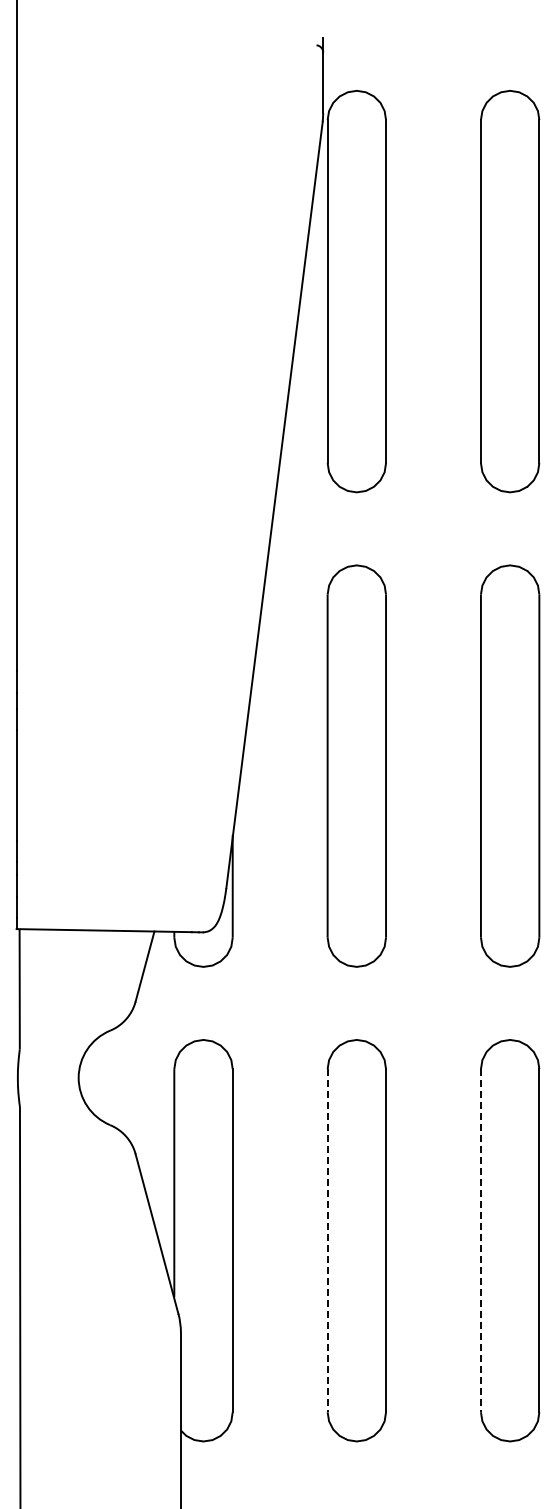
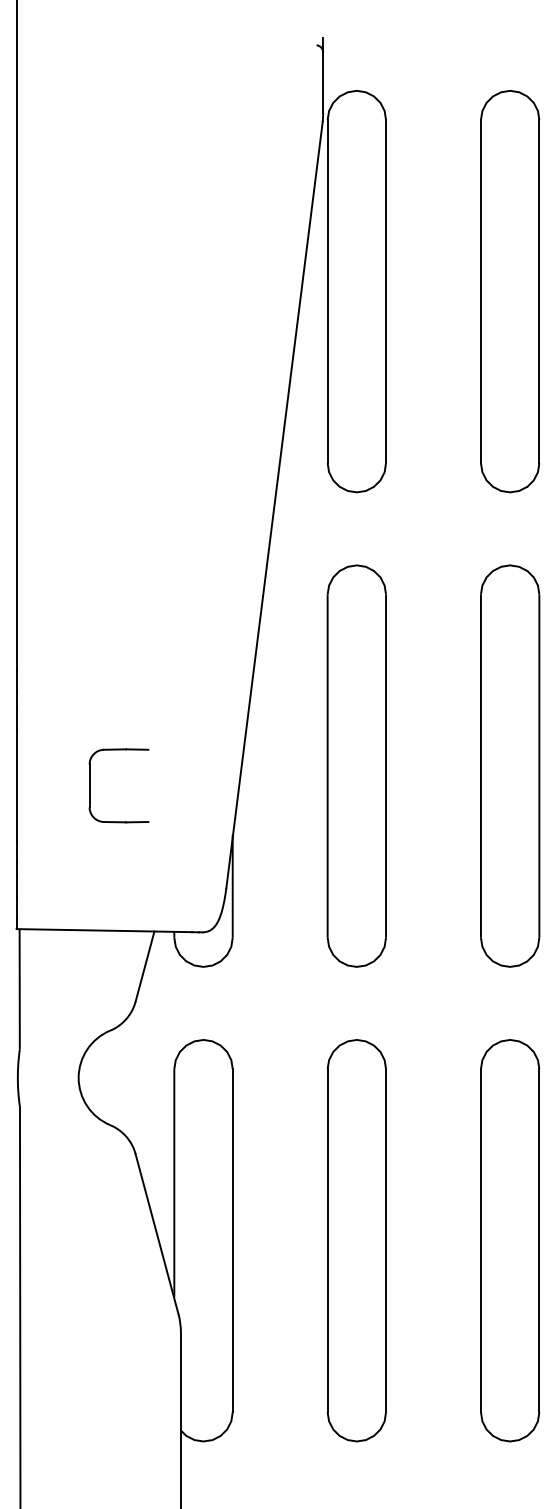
part at (90, 785): none -> present
line at (327, 1240): dashed -> solid
line at (480, 1240): dashed -> solid
